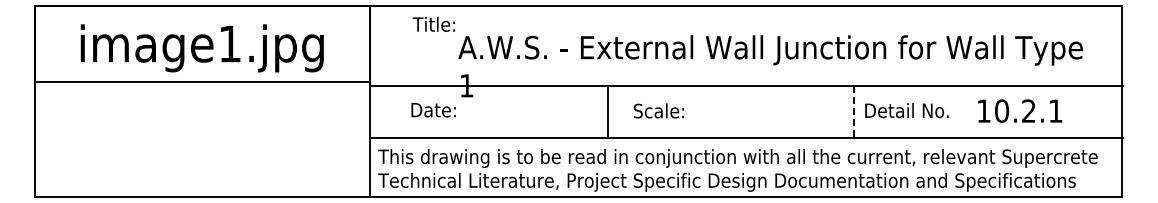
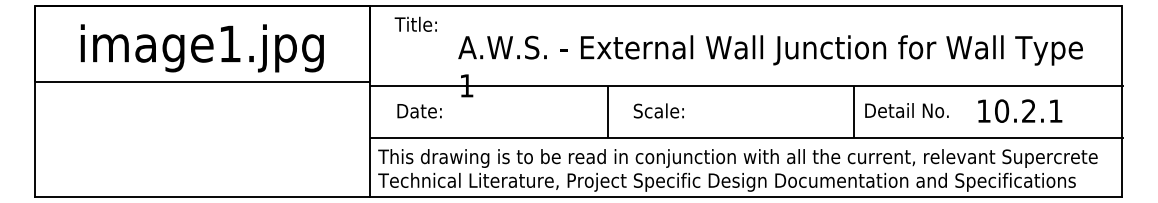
text at (433, 23) position: (433, 23) -> (415, 23)
text at (433, 110) position: (433, 110) -> (419, 111)
line at (854, 111): dashed -> solid
